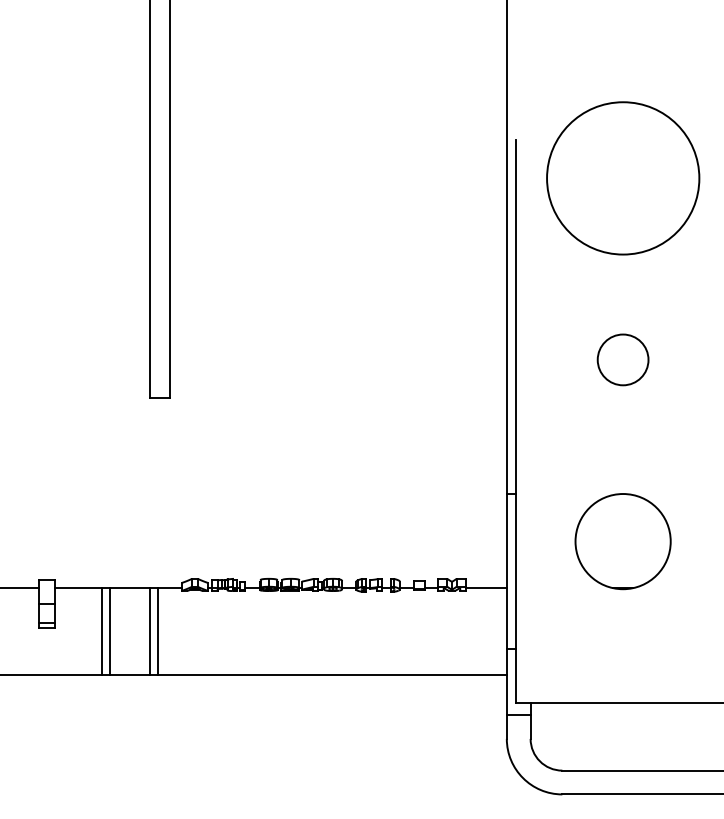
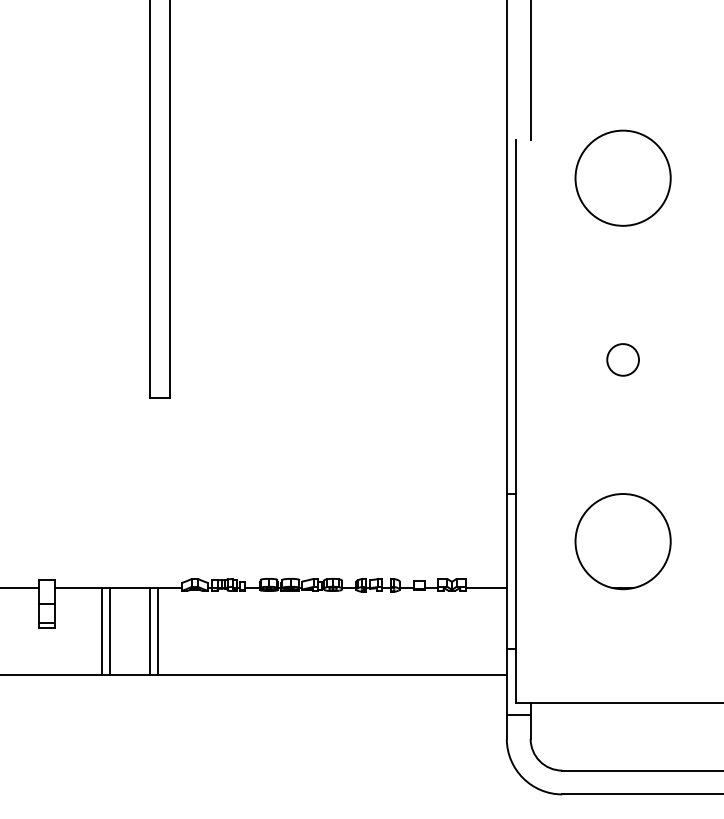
line at (530, 70): none -> present
circle at (623, 178) size: 155x155 px -> 98x98 px
circle at (622, 359) diameter: 51 px -> 32 px
